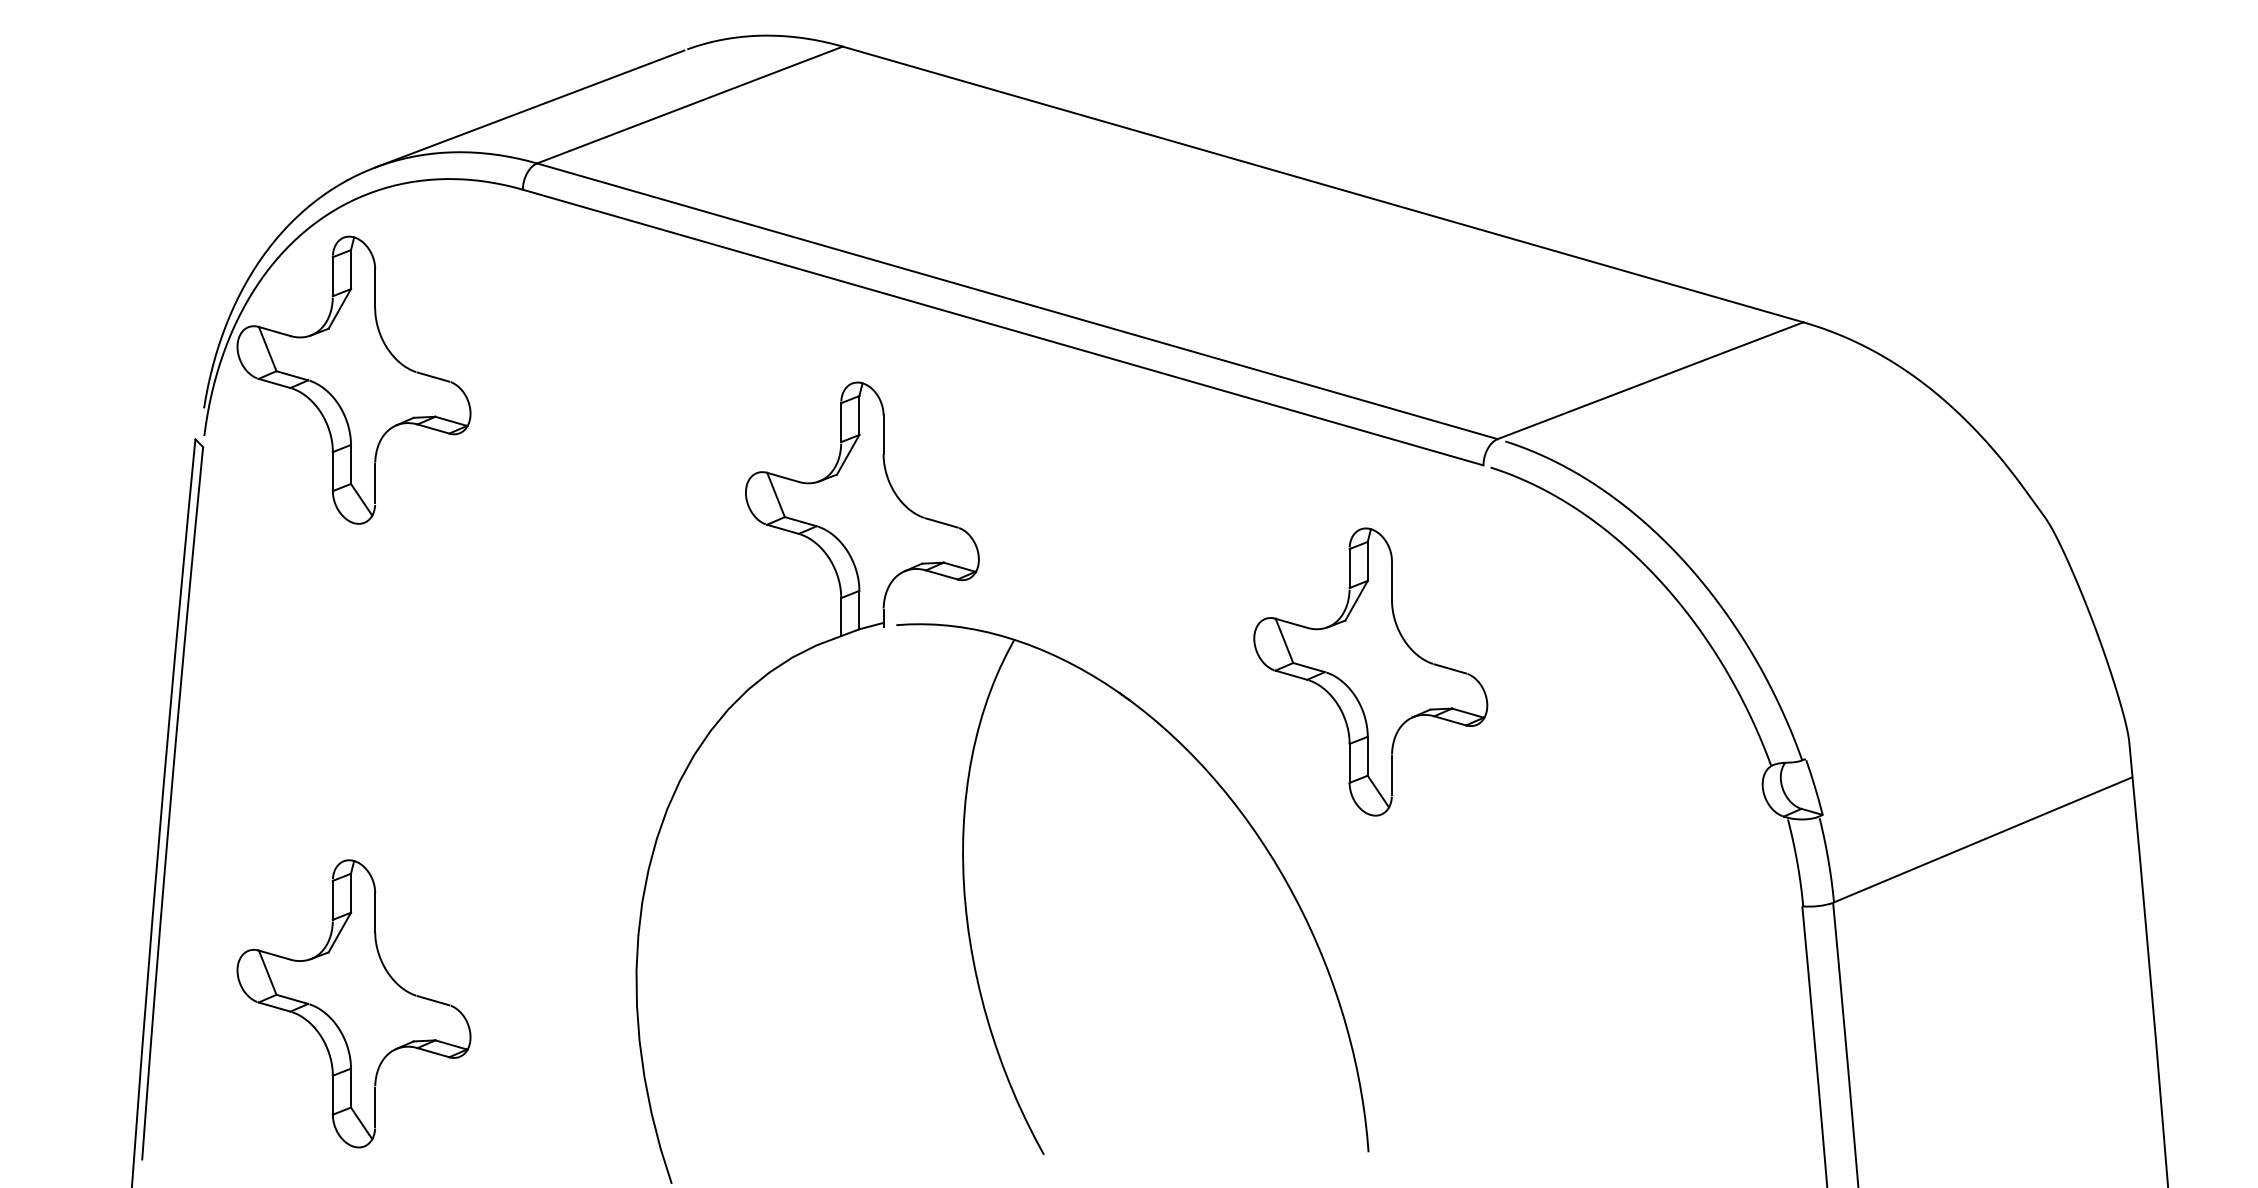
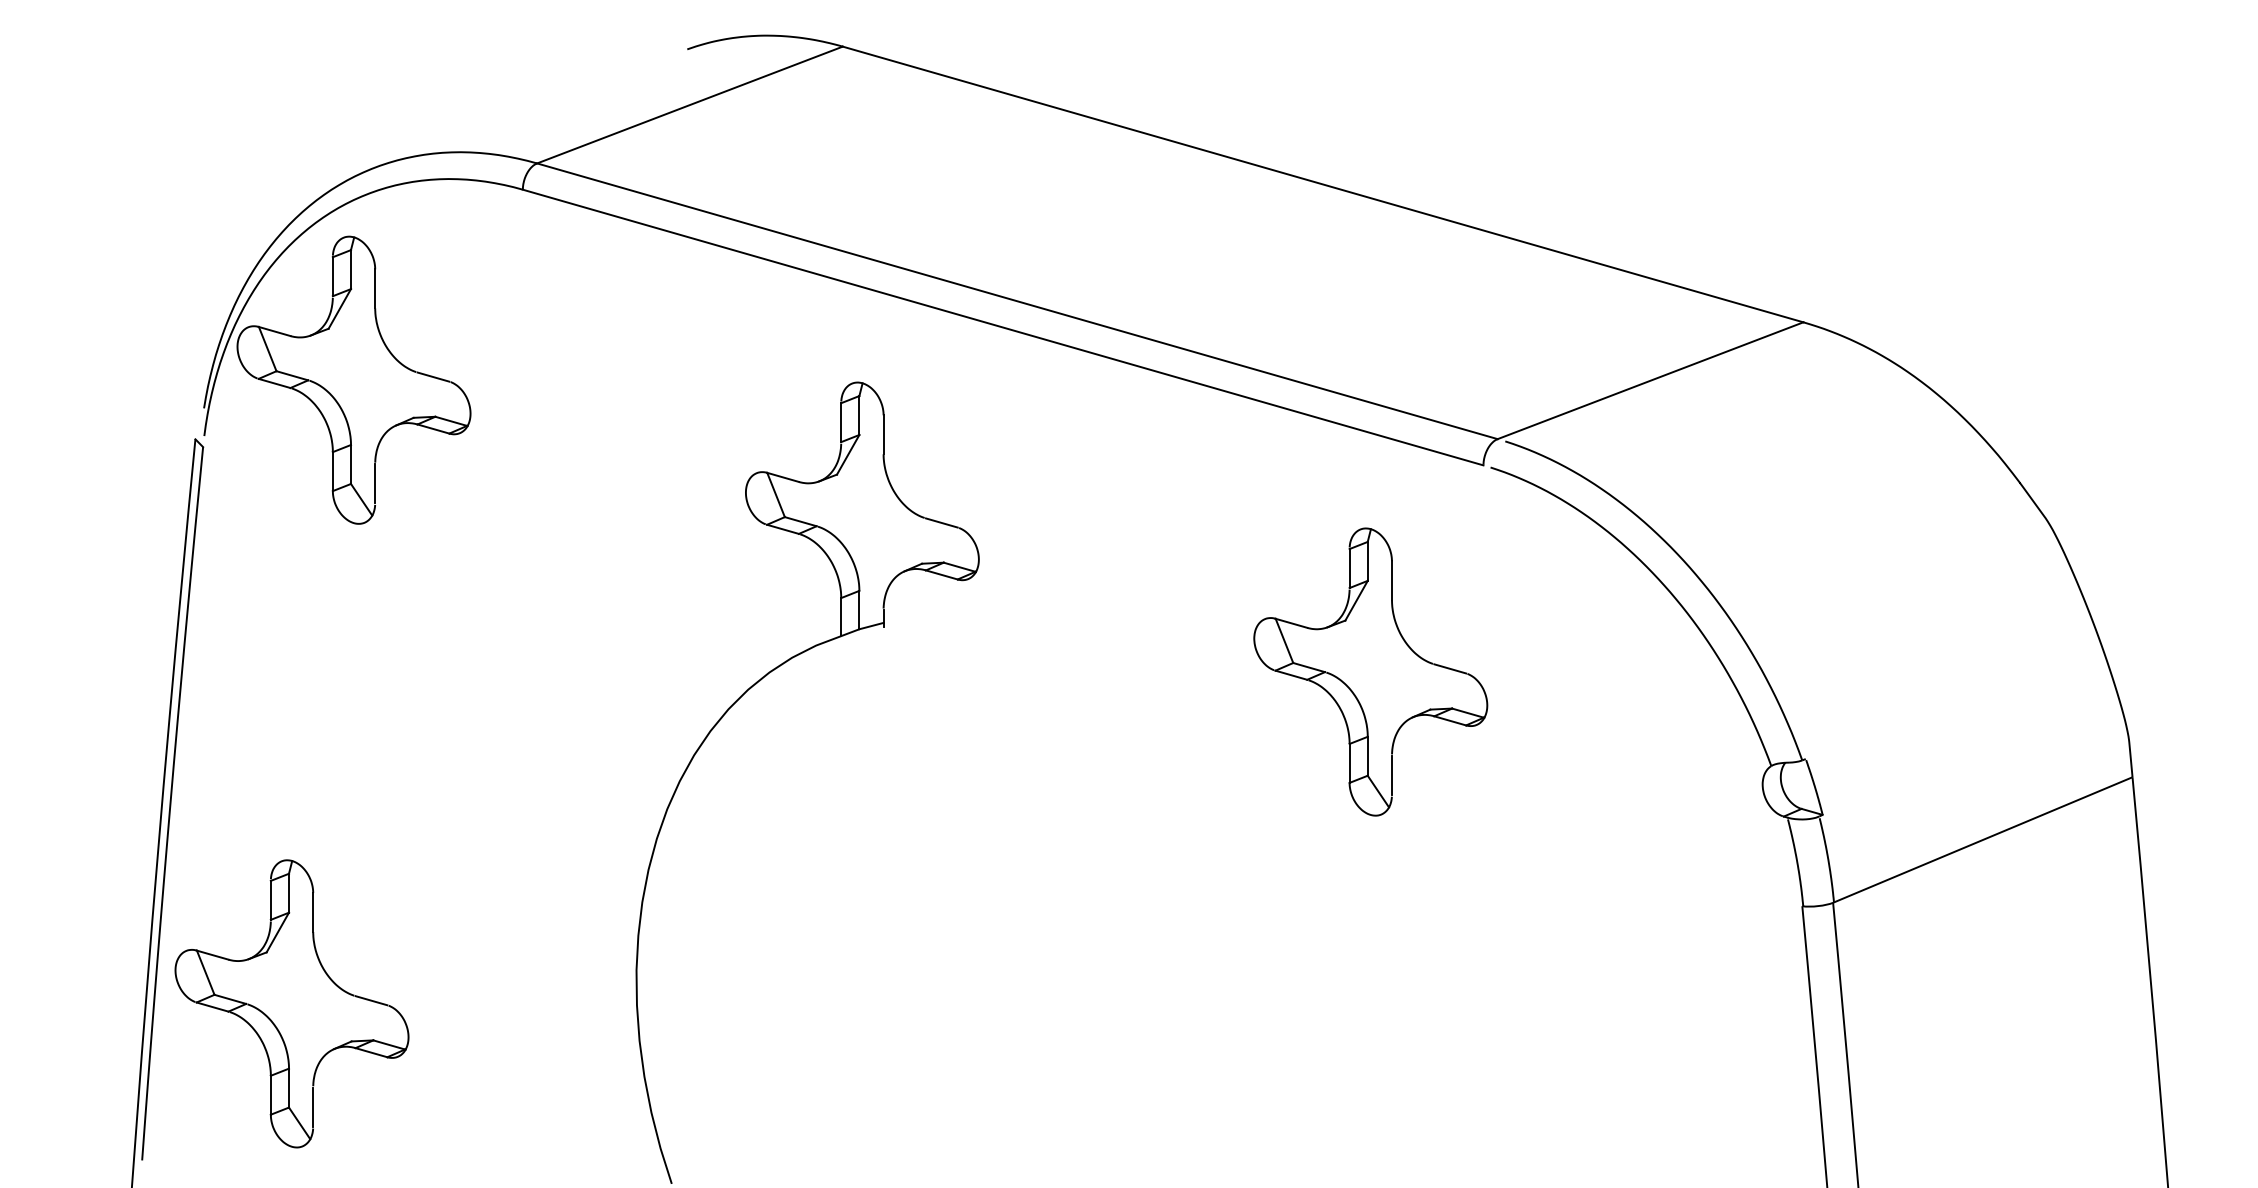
line at (529, 108): present -> none
part at (1237, 809): present -> none
part at (353, 1003) position: (353, 1003) -> (291, 1003)
